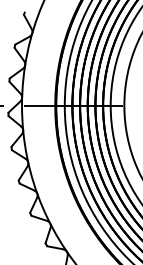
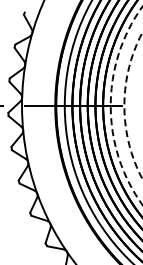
circle at (126, 105): solid -> dashed
circle at (133, 105): solid -> dashed
